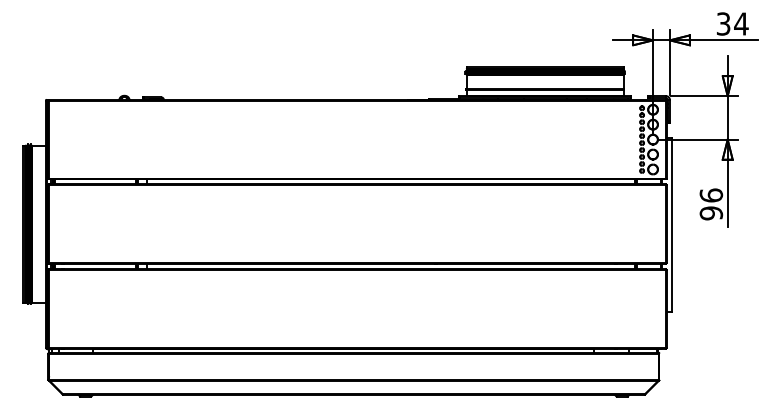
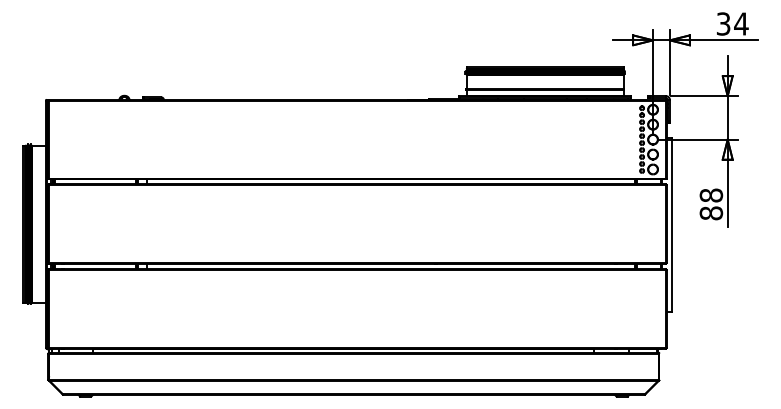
text at (711, 204): 96 -> 88
